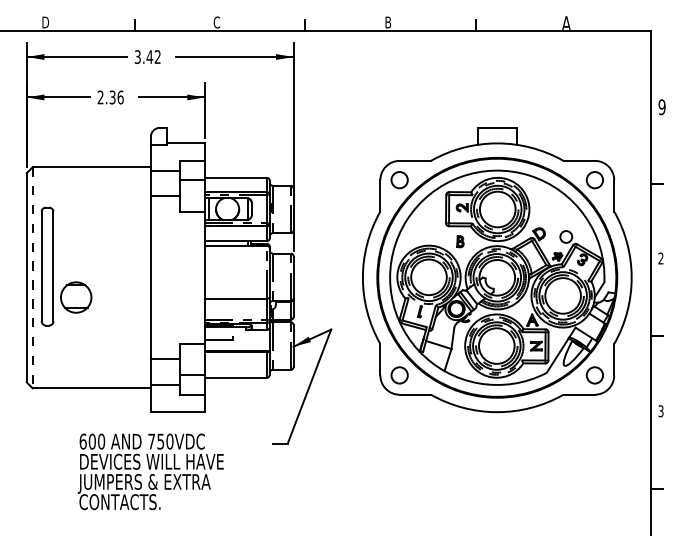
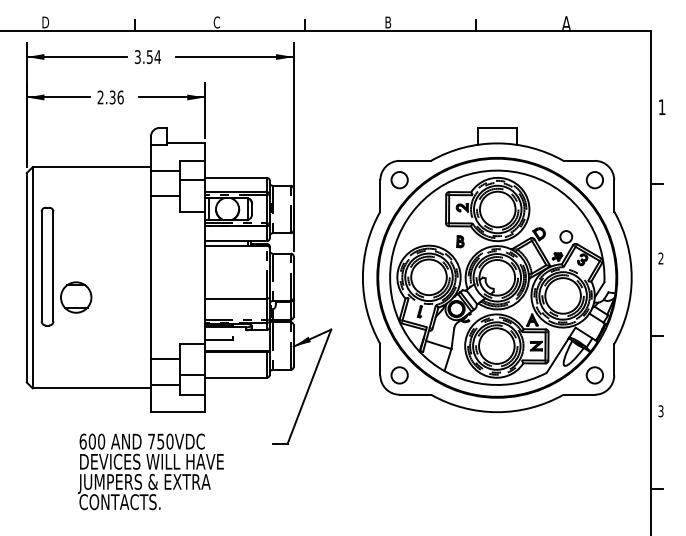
text at (153, 57): 3.42 -> 3.54
text at (661, 107): 9 -> 1
line at (32, 277): dashed -> solid
